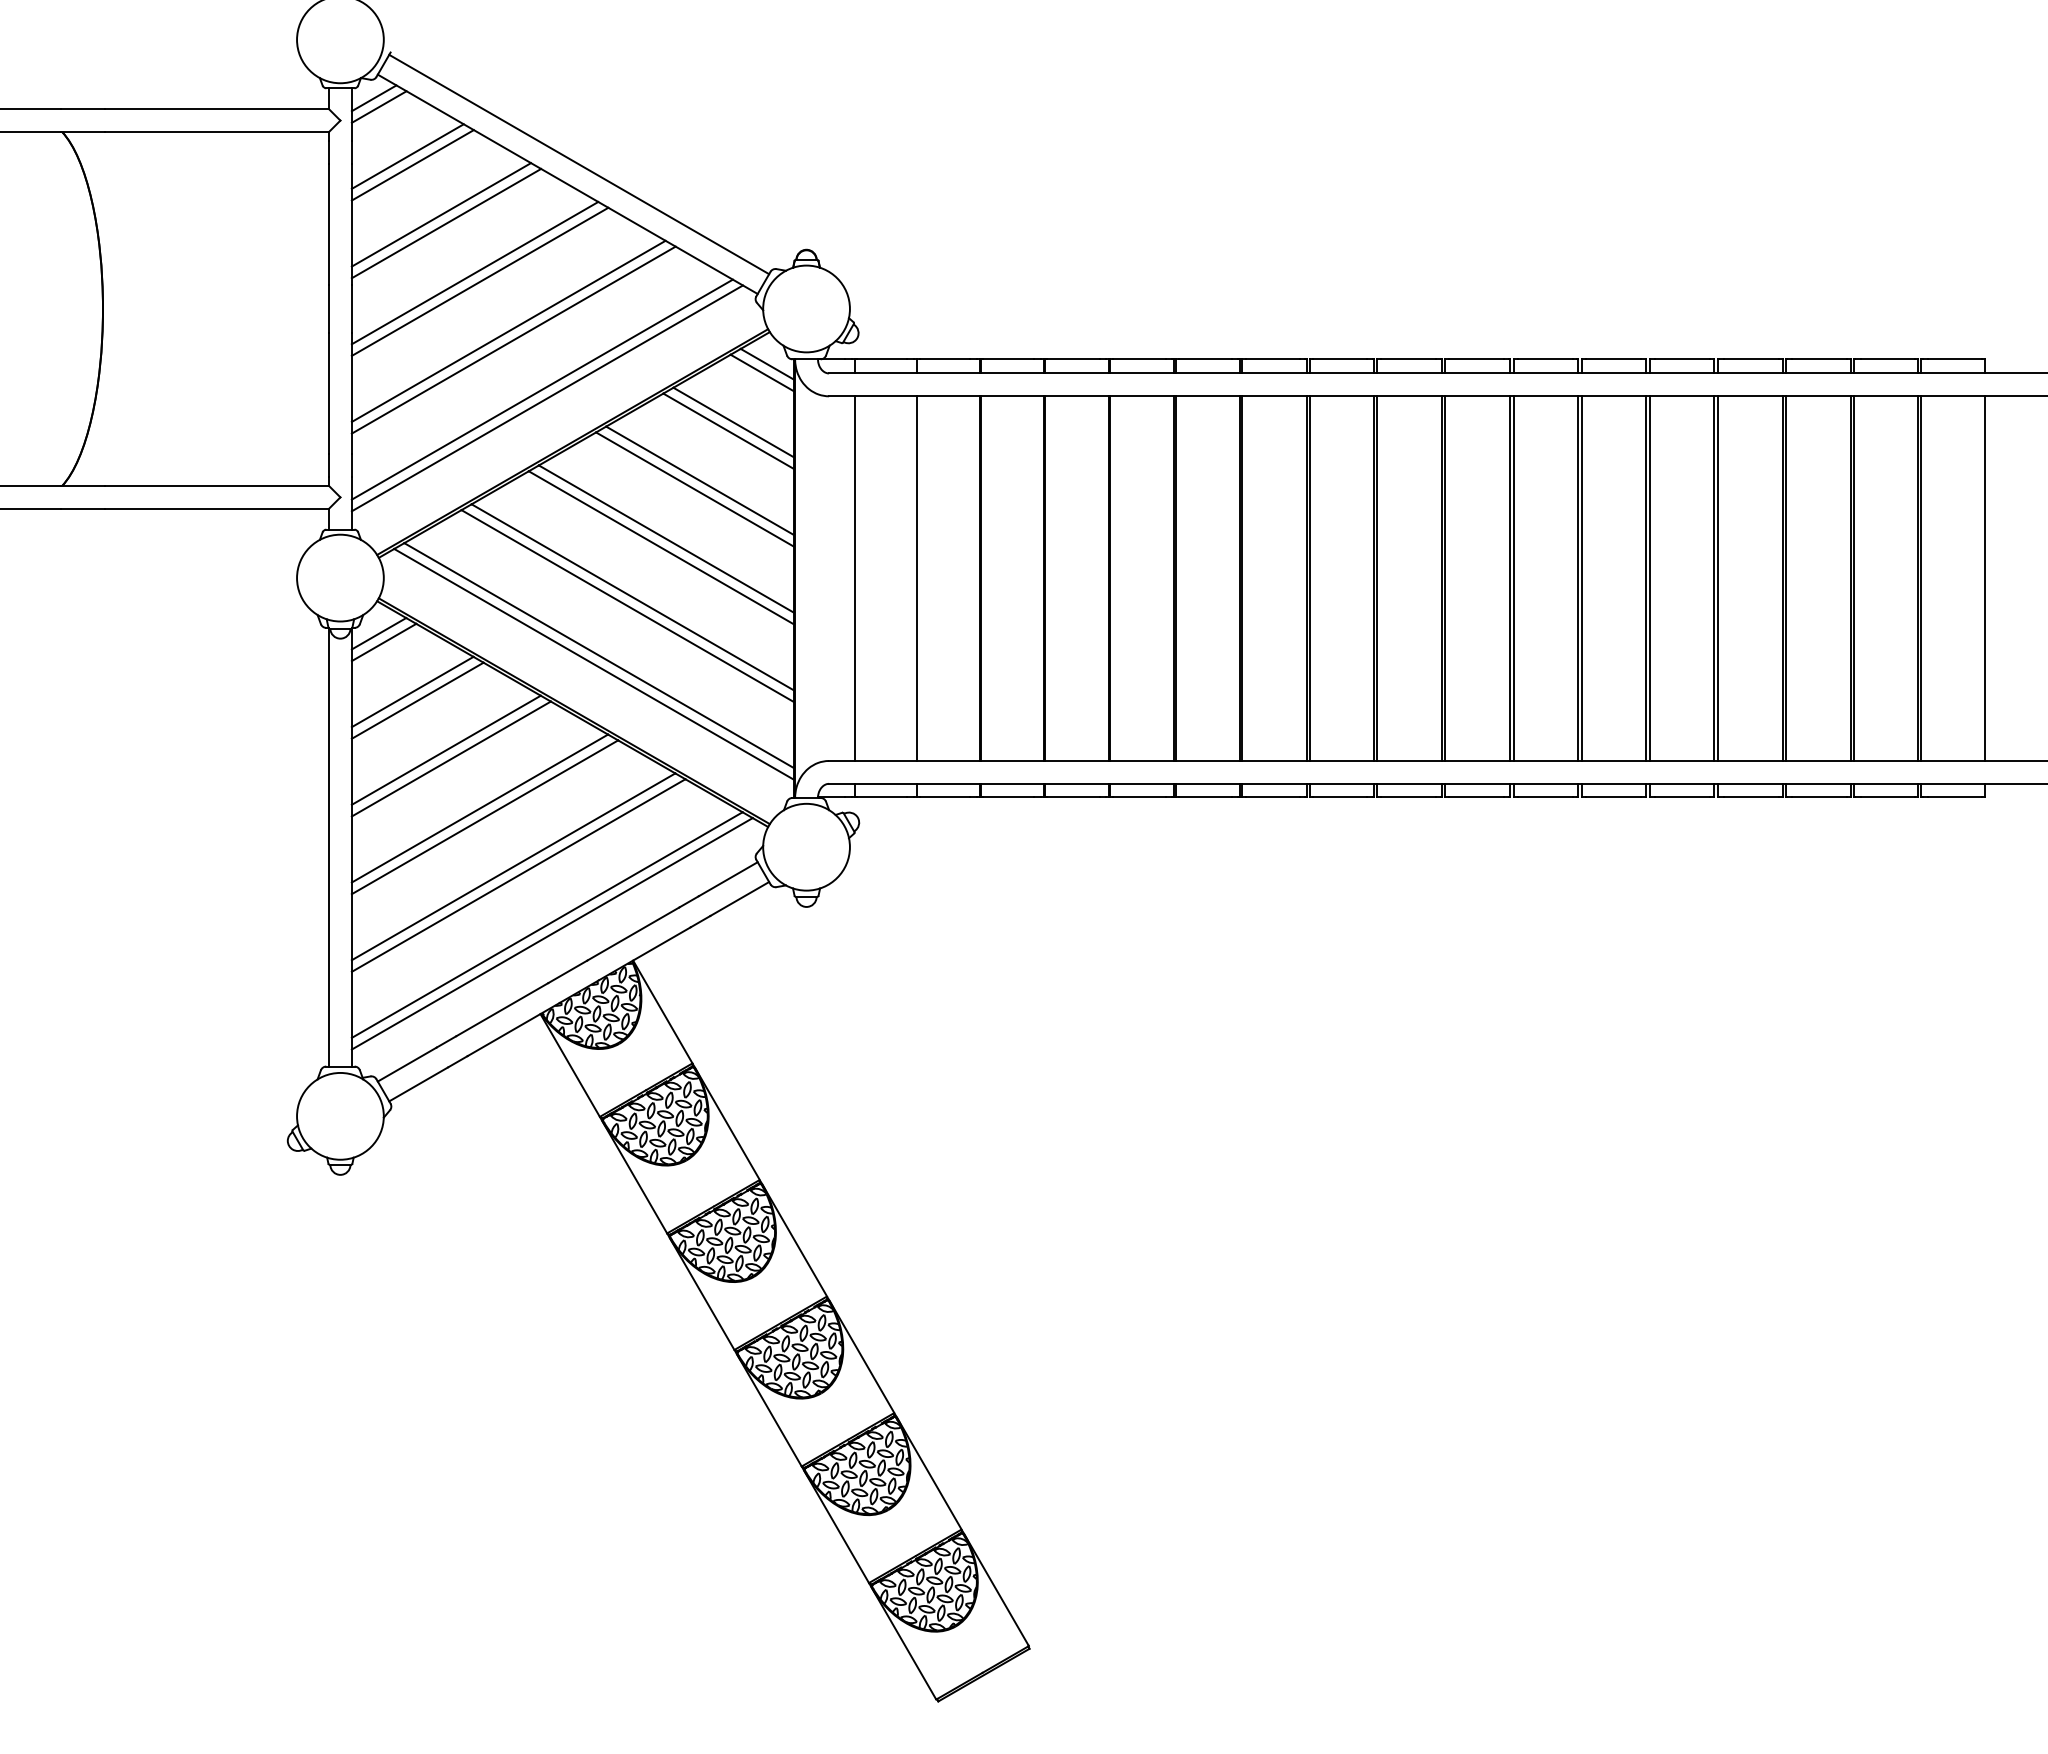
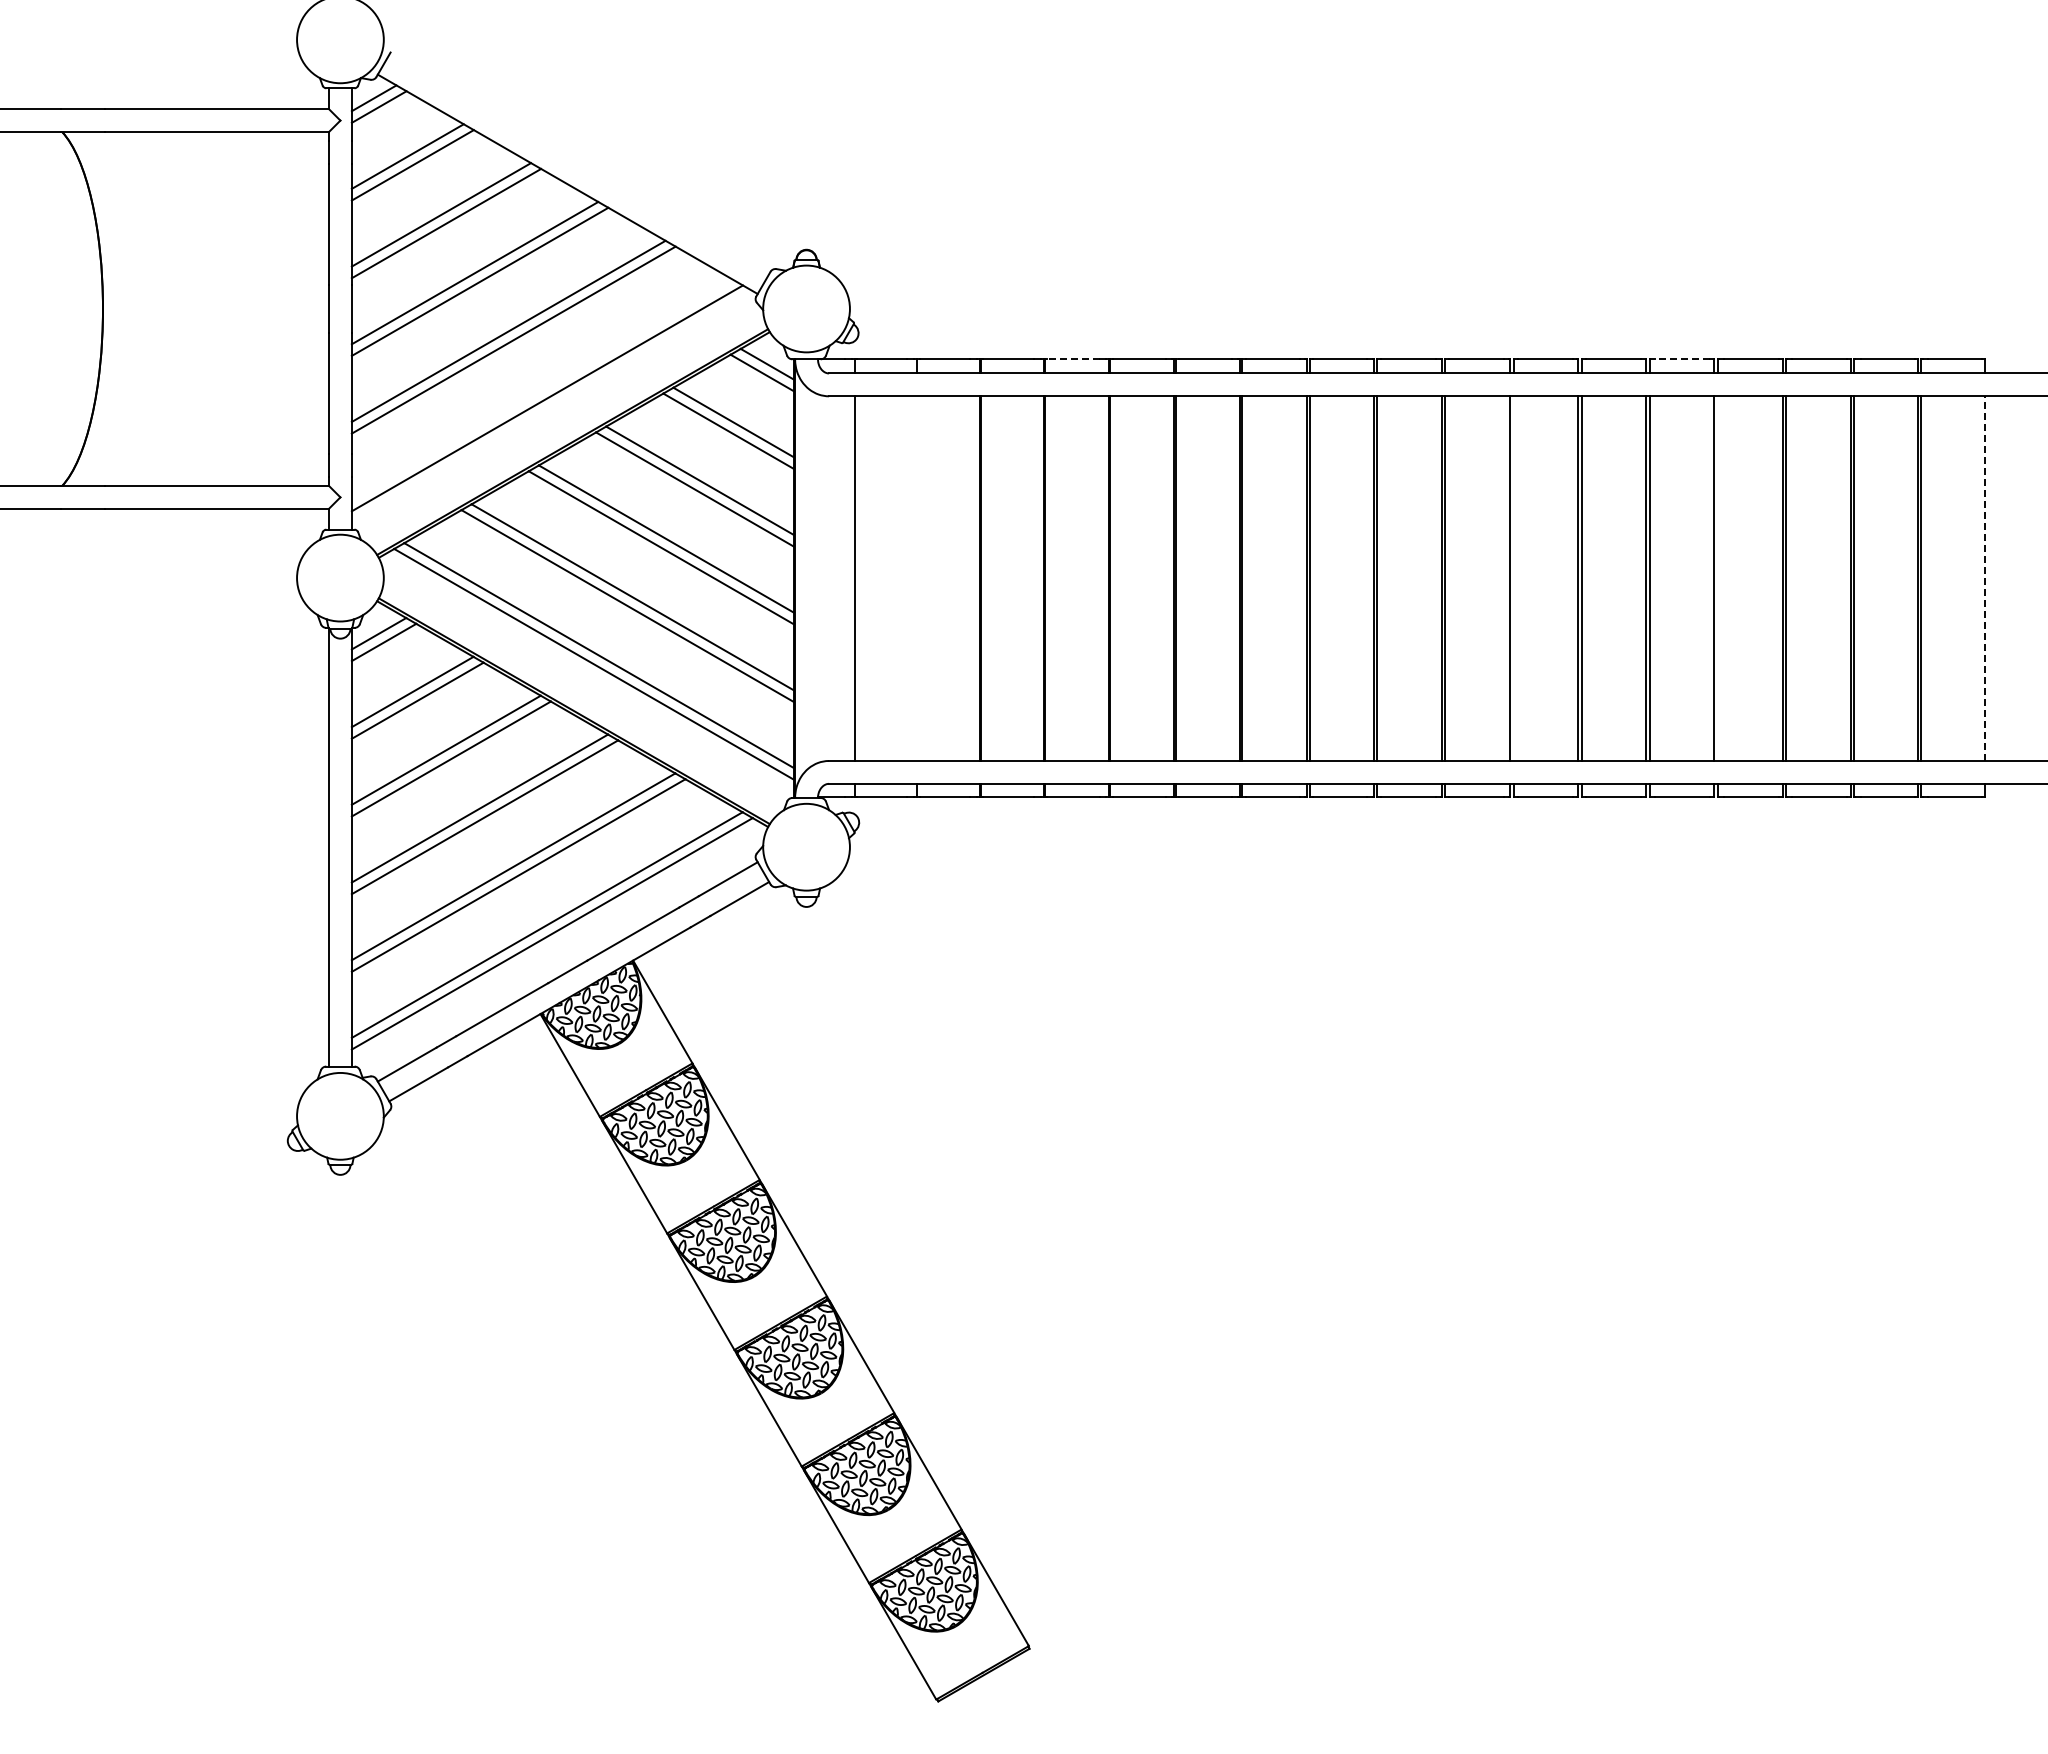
line at (579, 164): present -> none
line at (1073, 359): solid -> dashed
line at (1682, 359): solid -> dashed
line at (541, 389): present -> none
line at (917, 578): present -> none
line at (1513, 578): present -> none
line at (1718, 578): present -> none
line at (1985, 578): solid -> dashed
